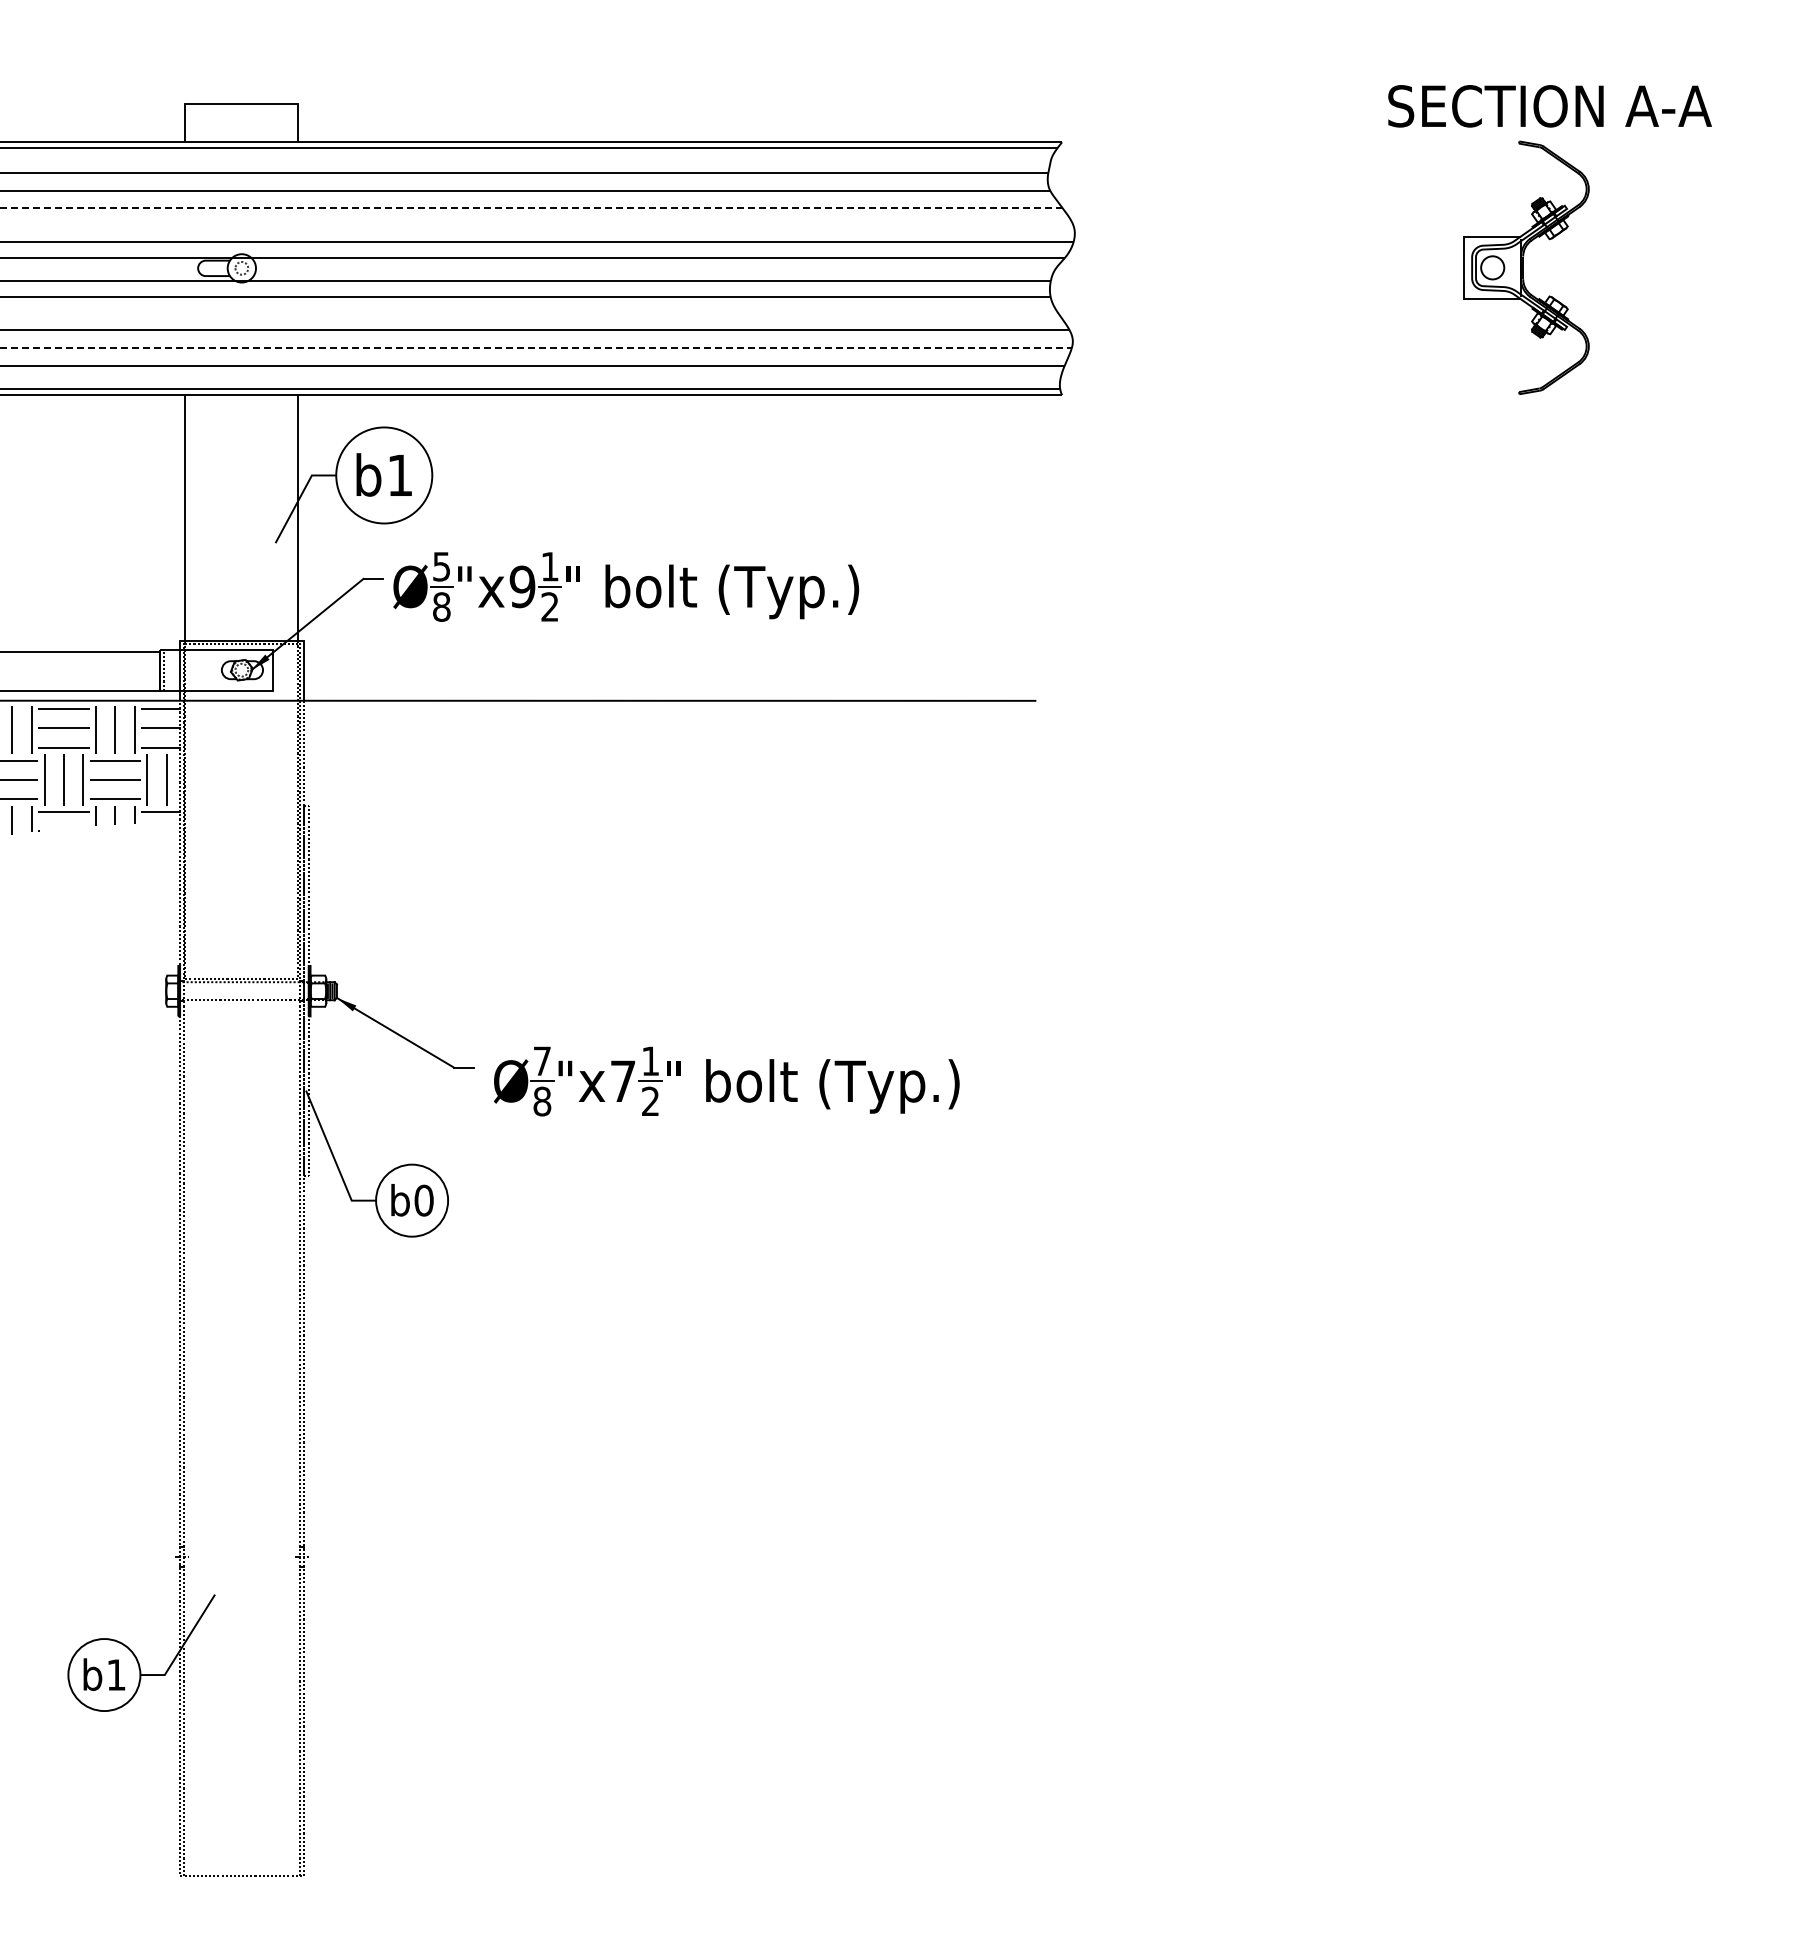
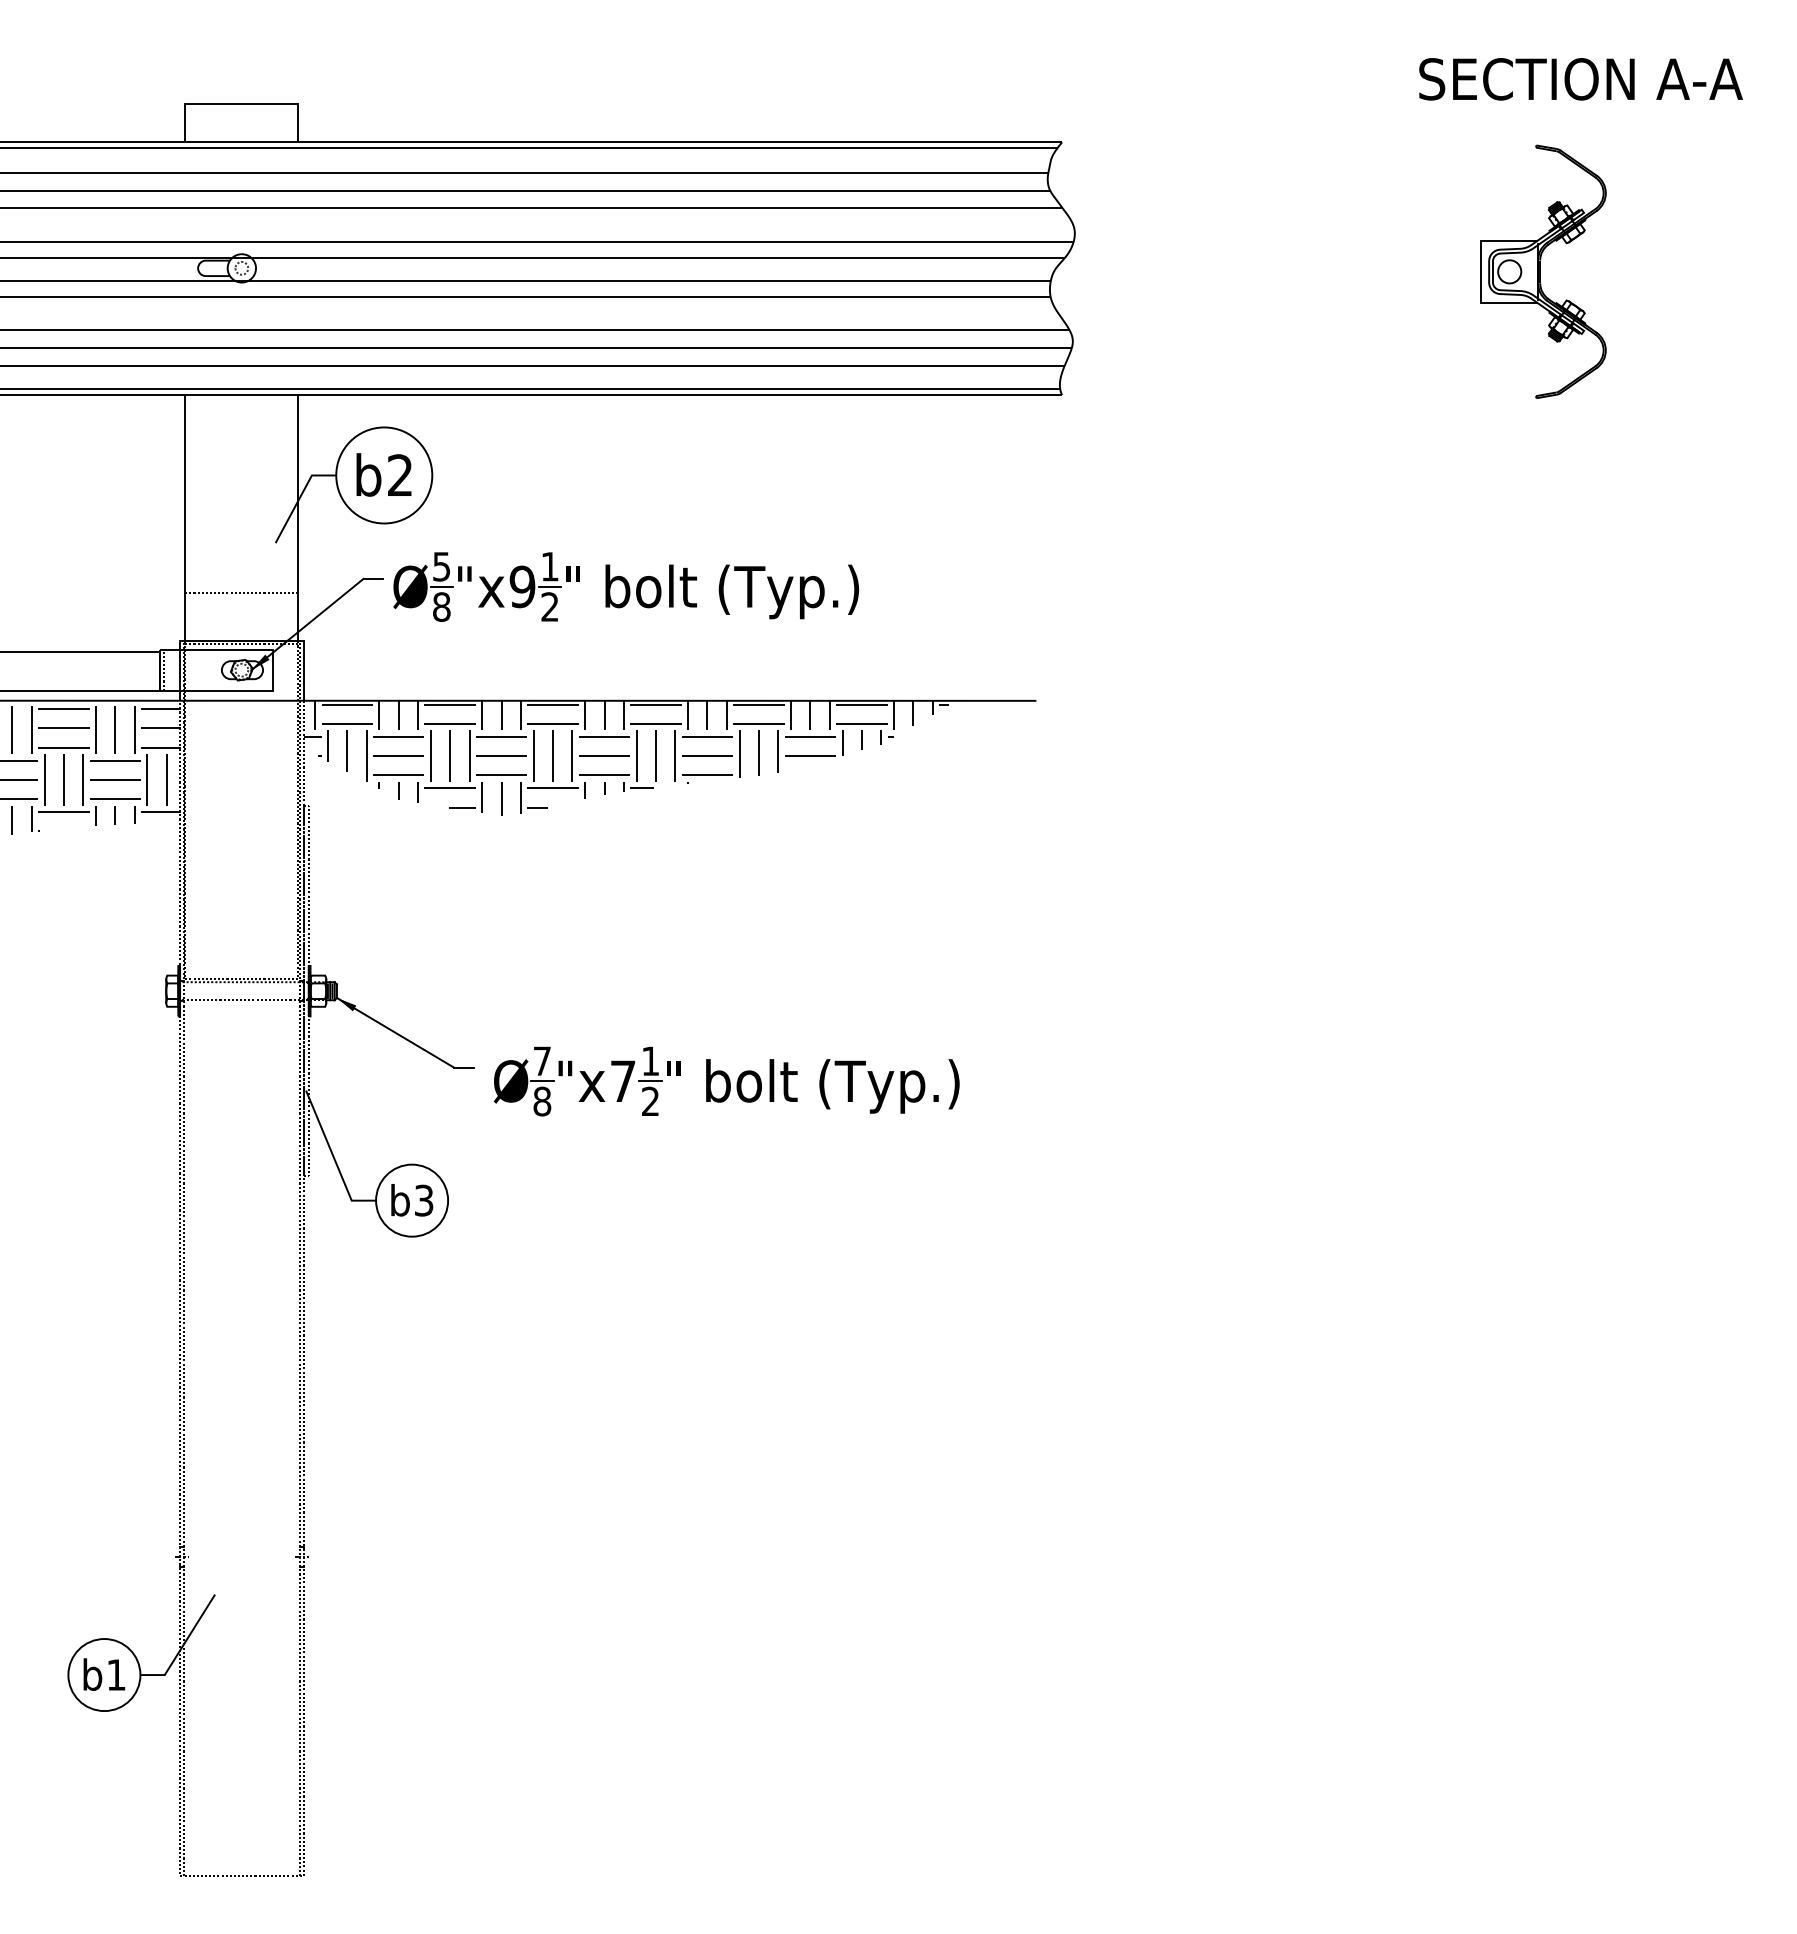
text at (1549, 106) position: (1549, 106) -> (1580, 79)
line at (532, 208): dashed -> solid
part at (1526, 267) position: (1526, 267) -> (1543, 271)
line at (536, 347): dashed -> solid
text at (399, 474): b1 -> b2
line at (241, 593): none -> present
hatch at (626, 757): none -> present
text at (423, 1200): b0 -> b3
